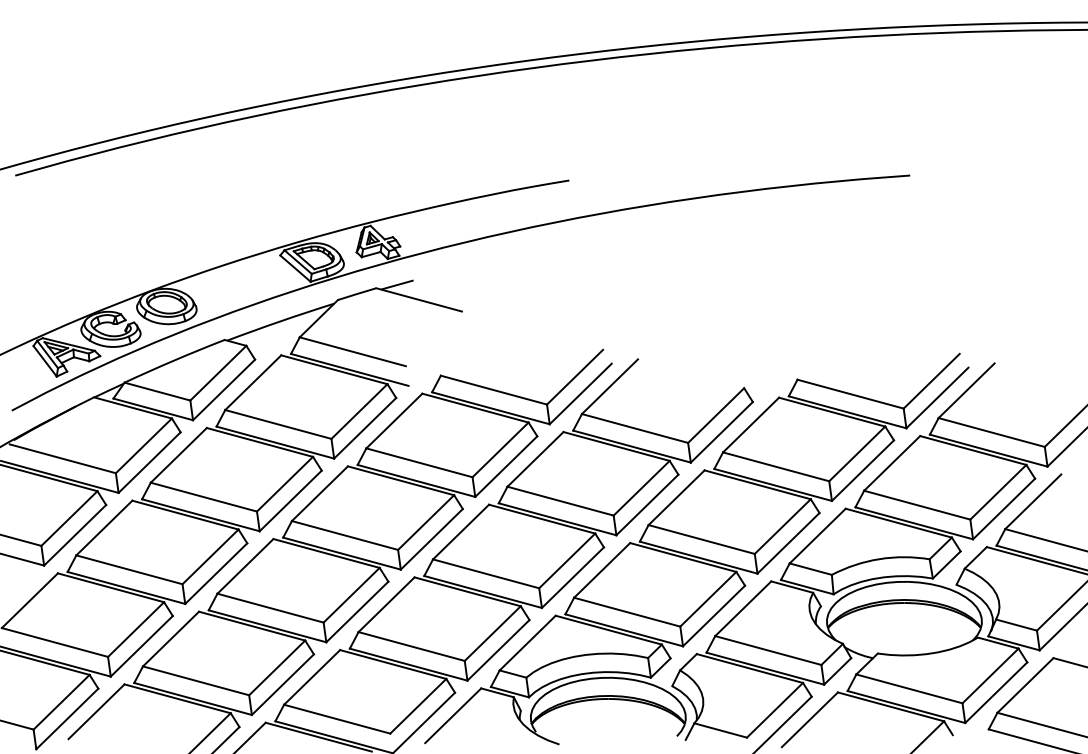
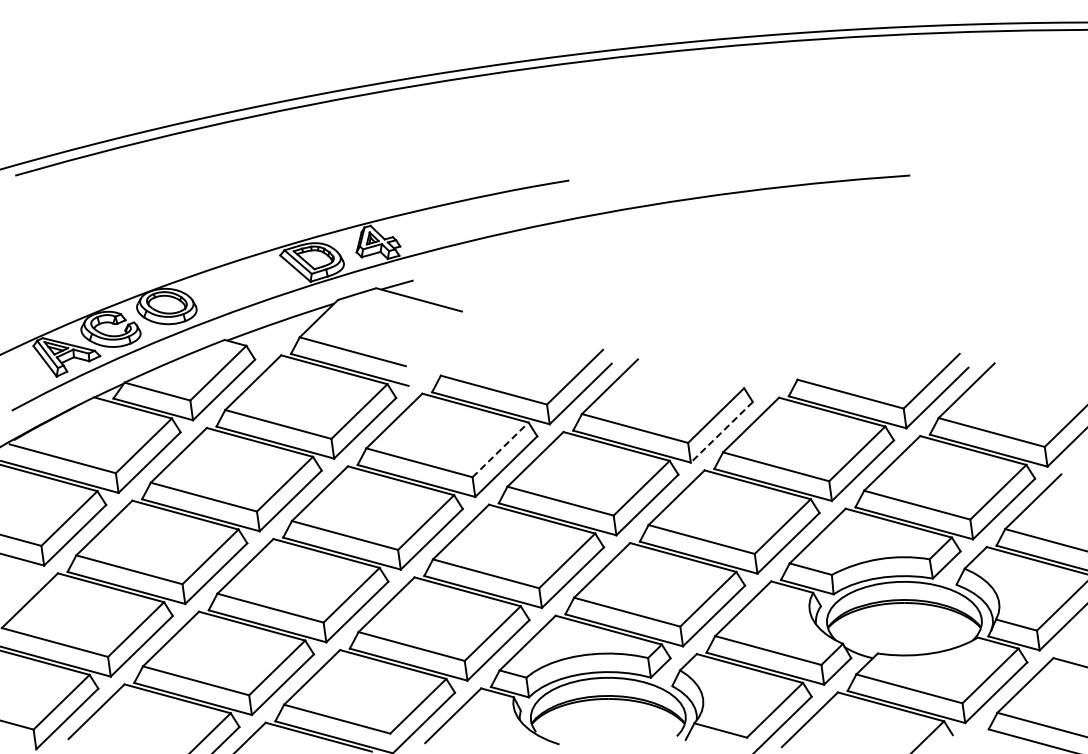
line at (721, 432): solid -> dashed
line at (500, 449): solid -> dashed
